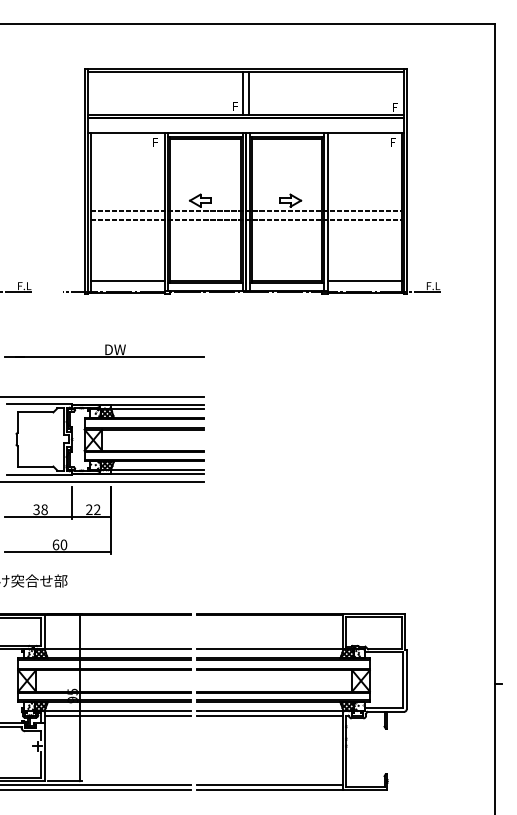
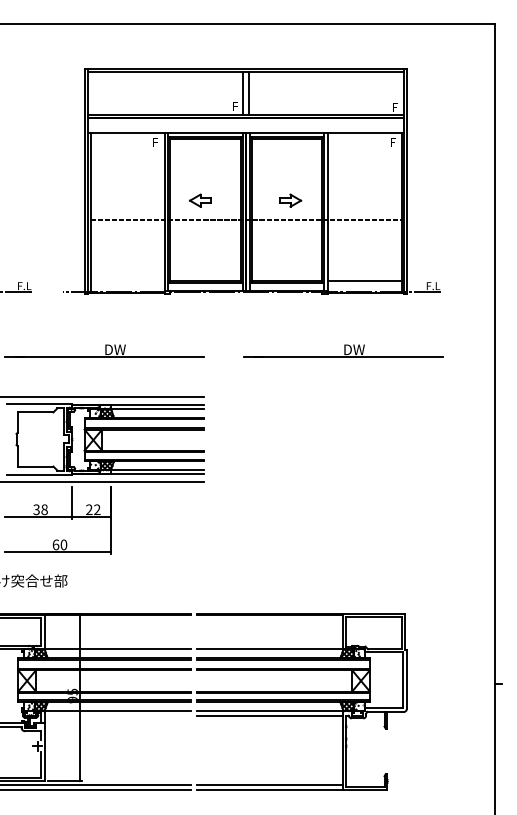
line at (245, 210): present -> none
line at (127, 281): present -> none
part at (343, 350): none -> present
line at (117, 716): present -> none
